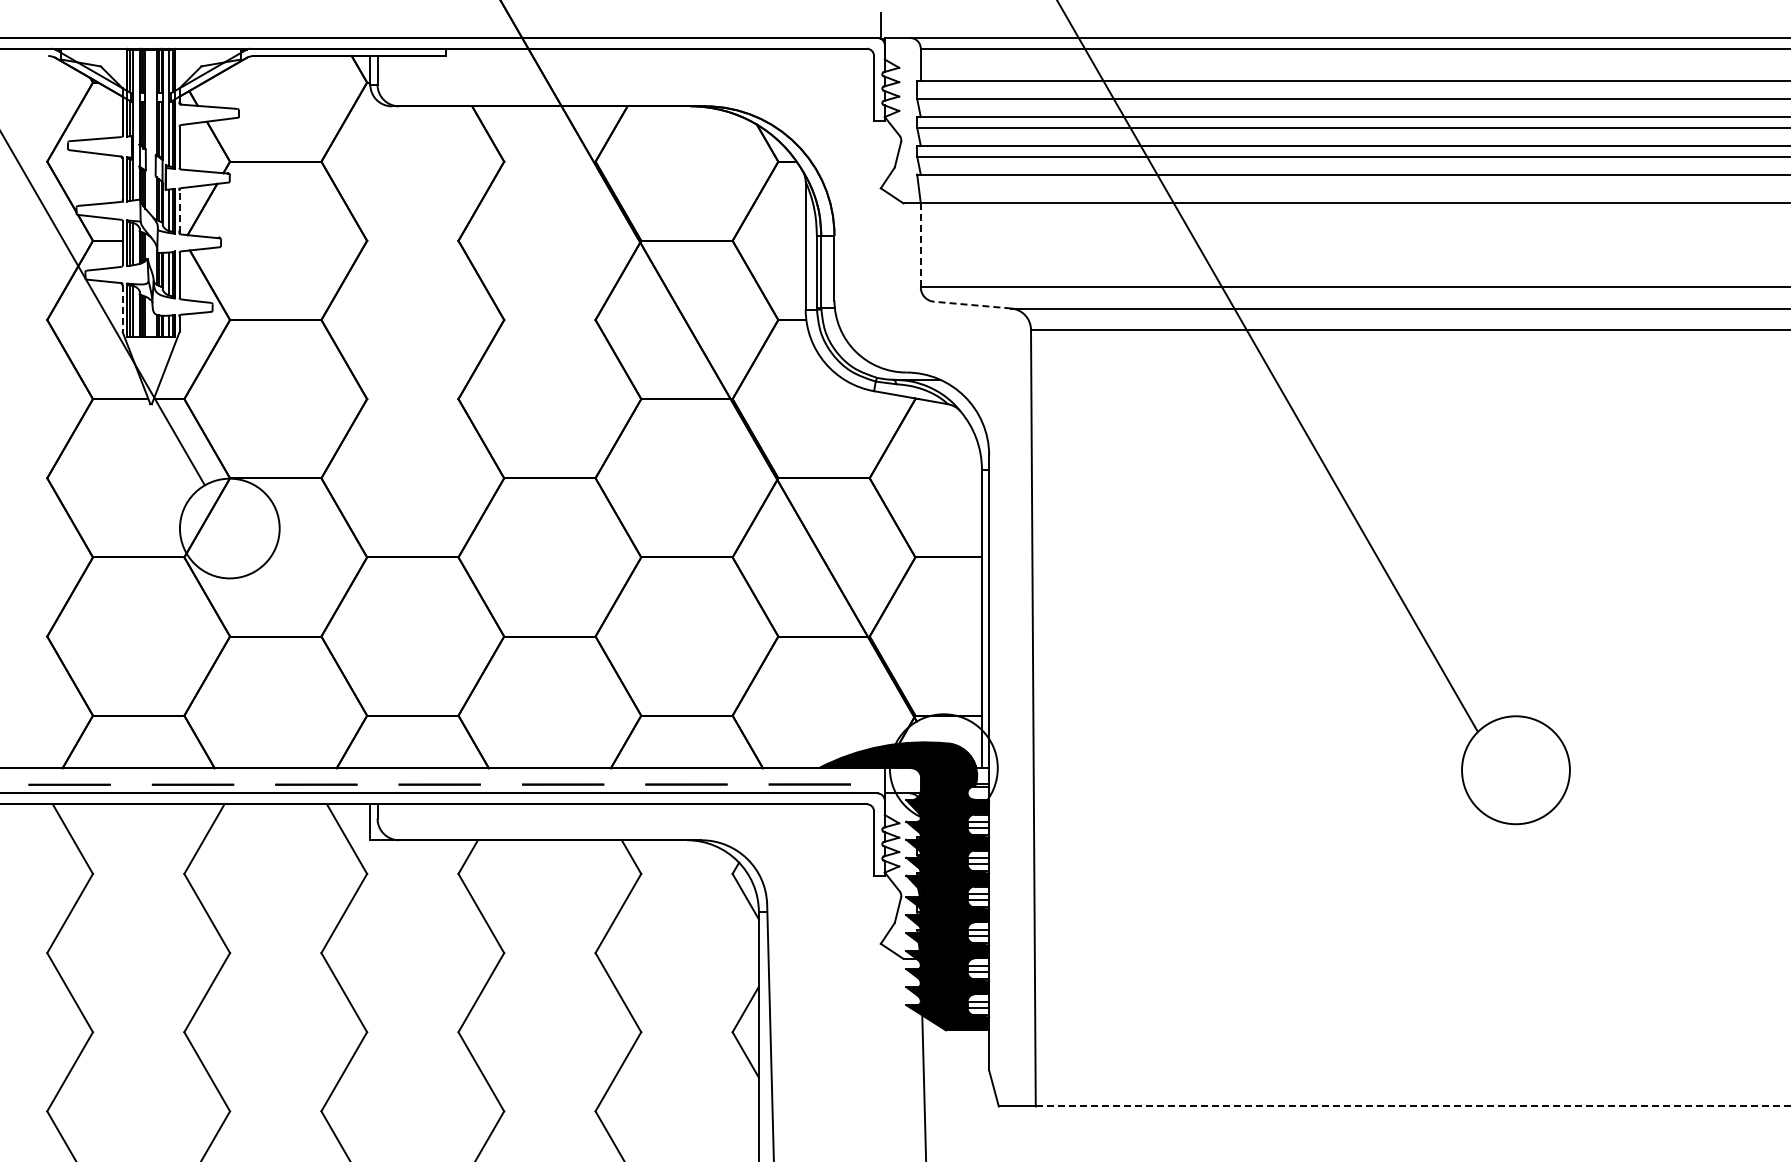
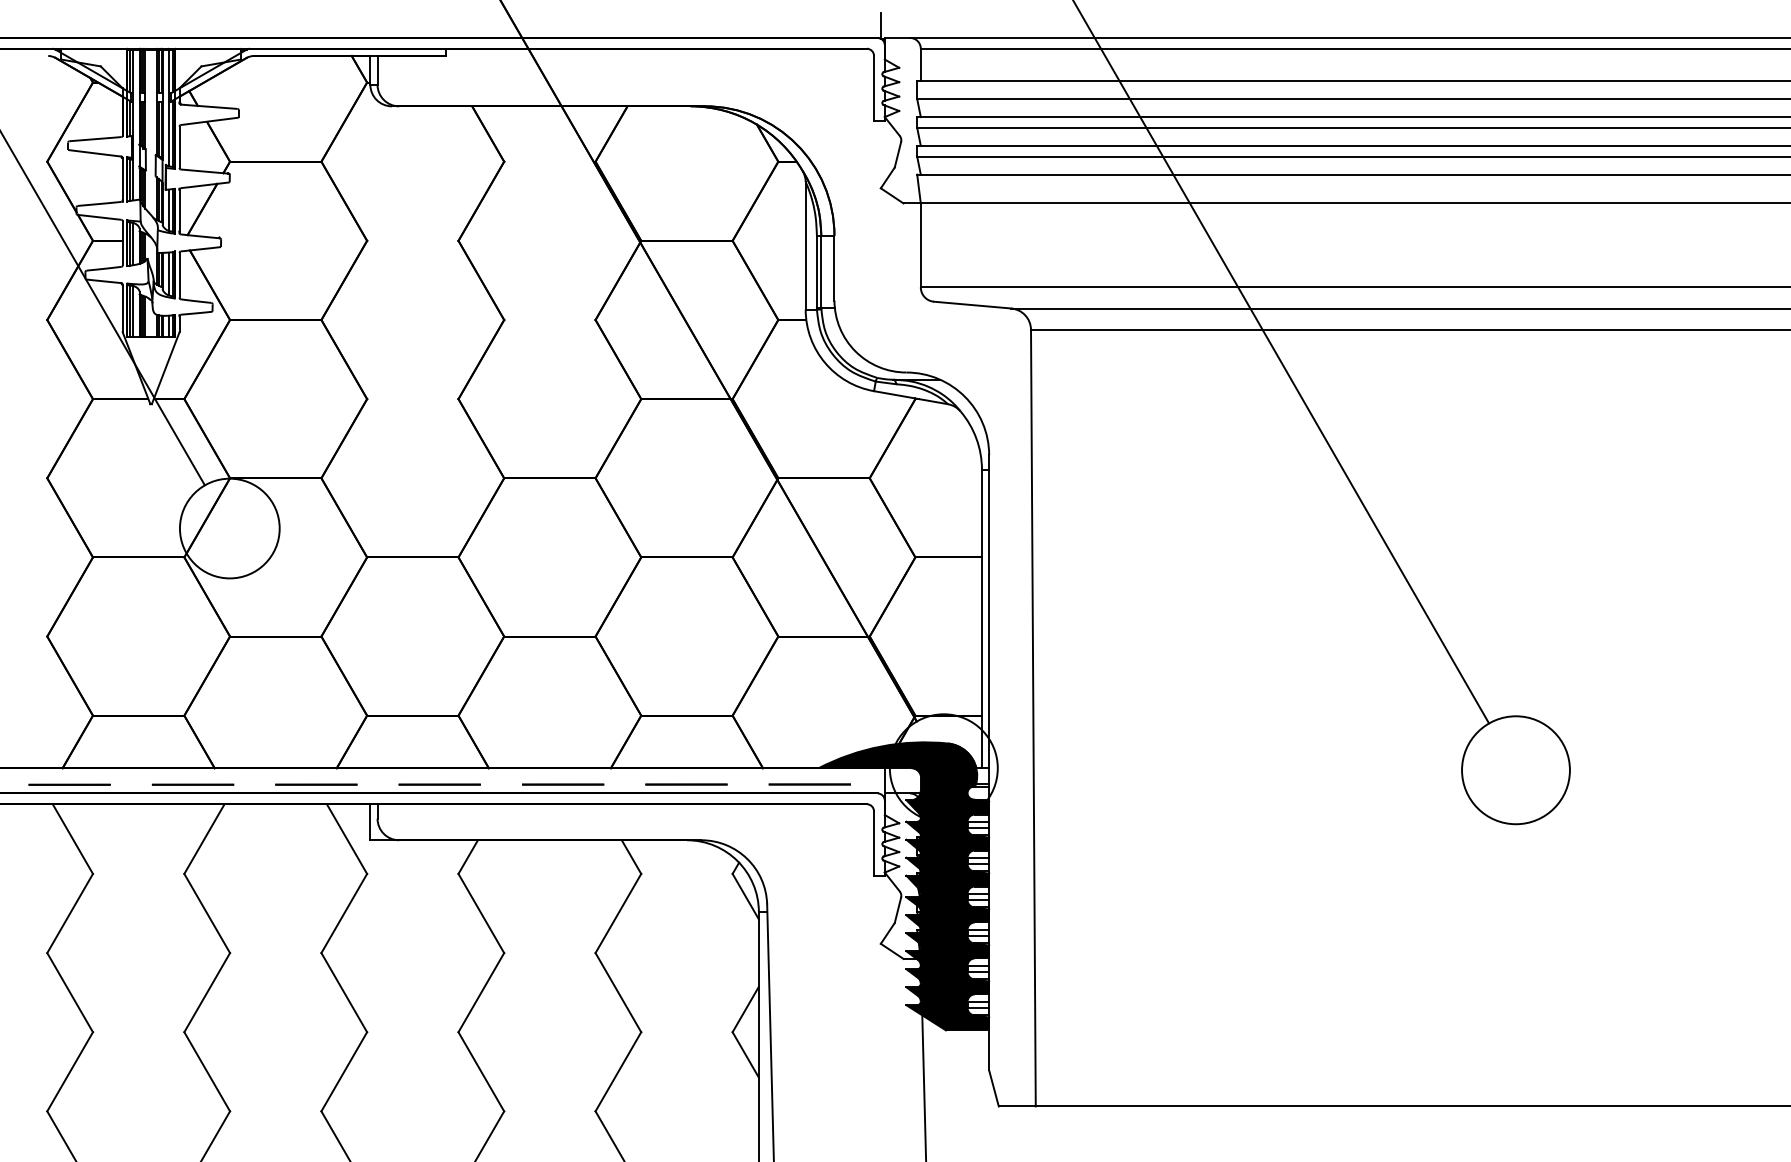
line at (179, 211): dashed -> solid
line at (920, 245): dashed -> solid
line at (972, 305): dashed -> solid
line at (122, 308): dashed -> solid
line at (1267, 366) position: (1267, 366) -> (1281, 362)
line at (1413, 1106): dashed -> solid
